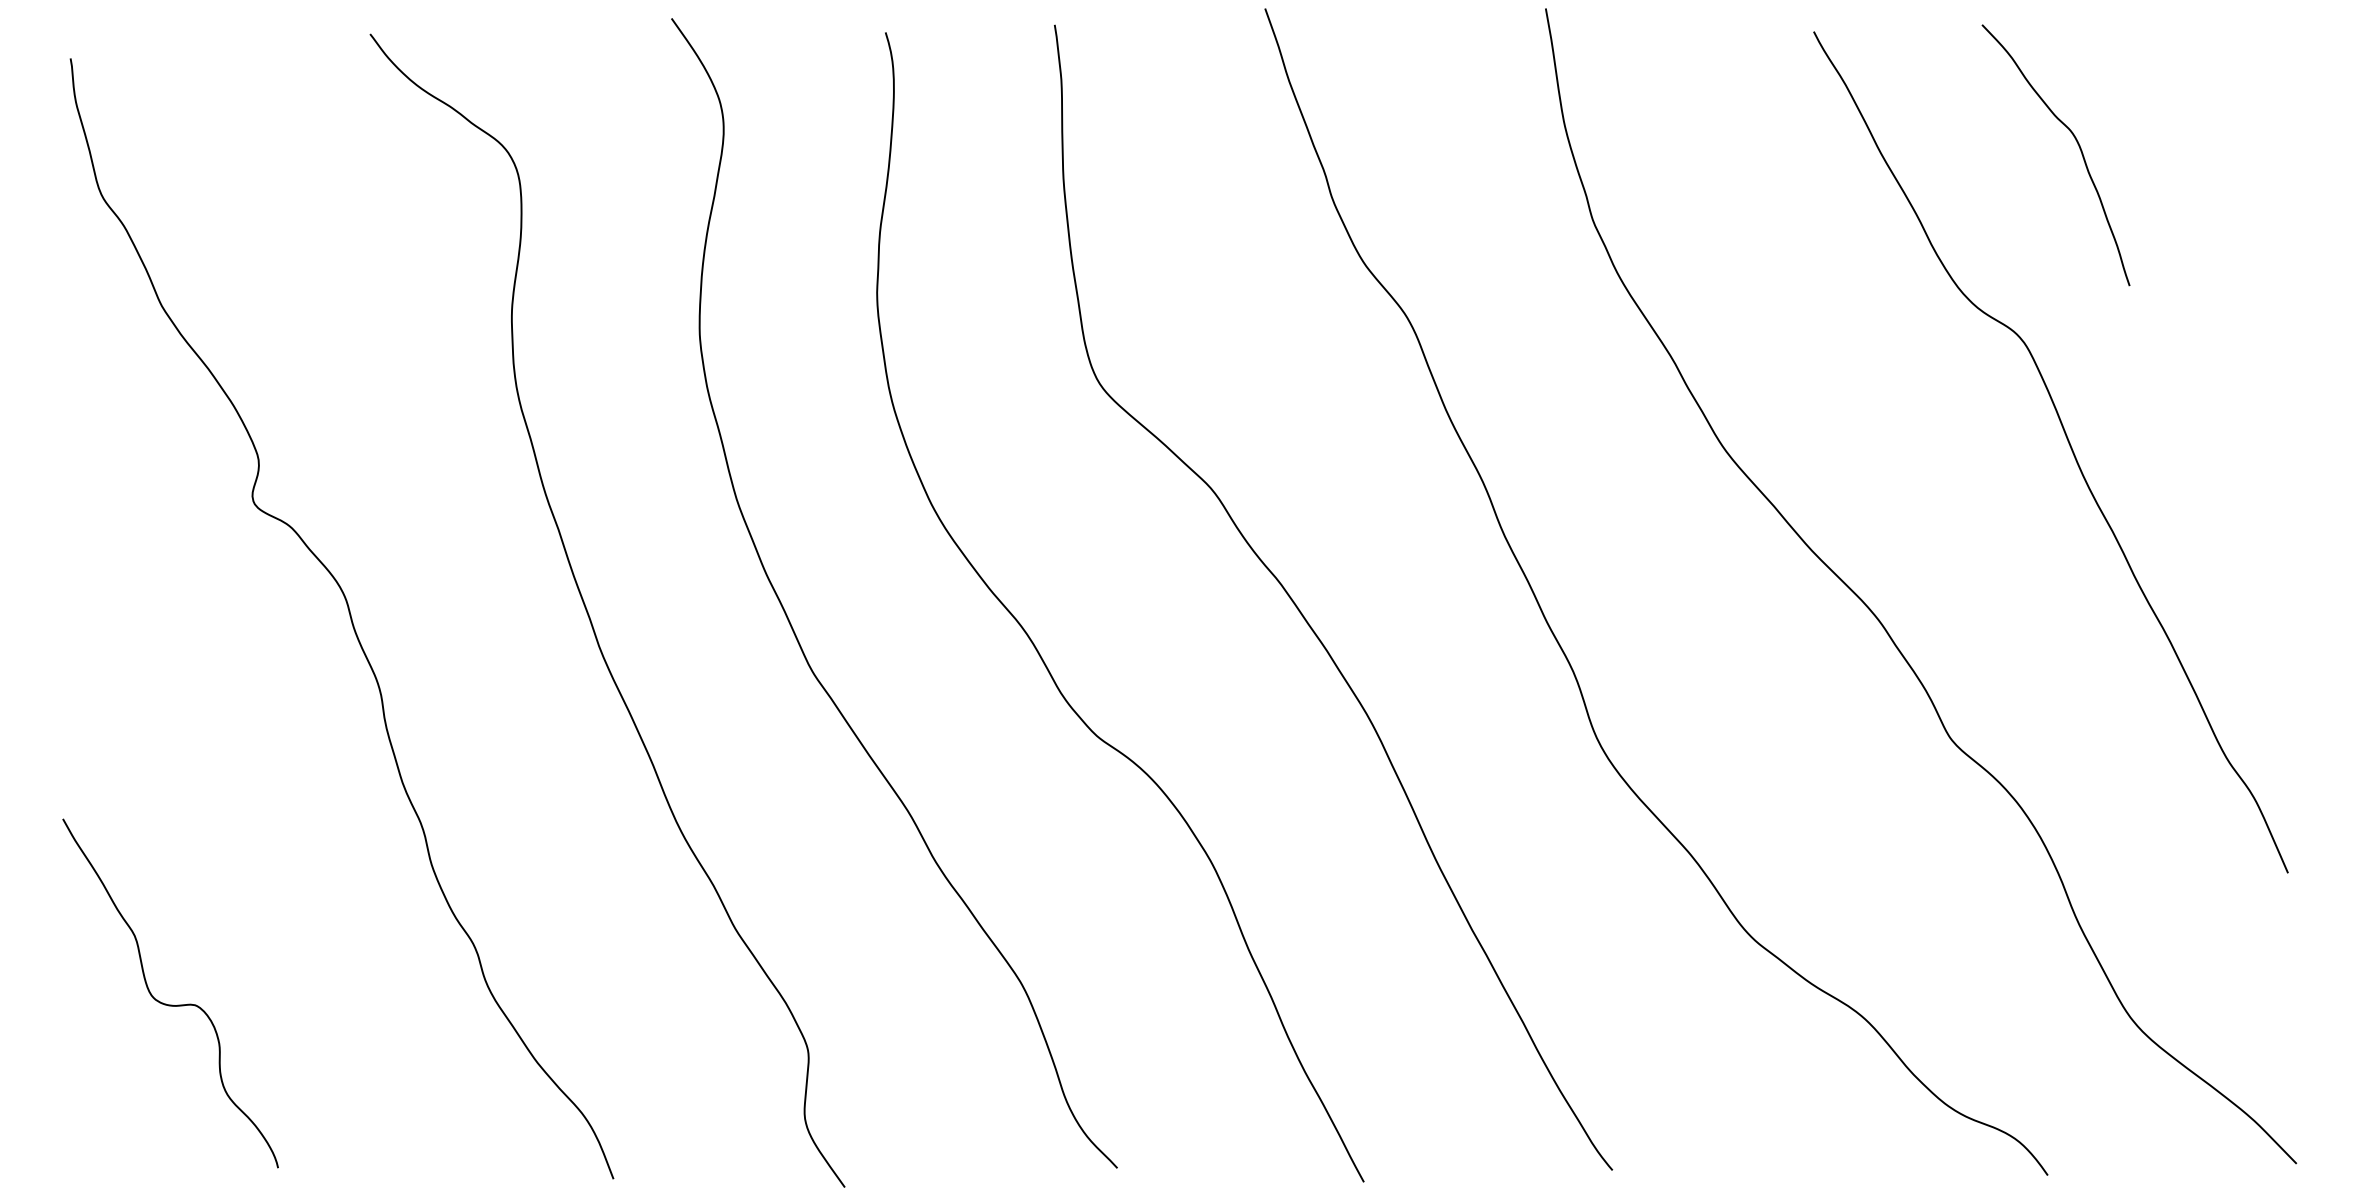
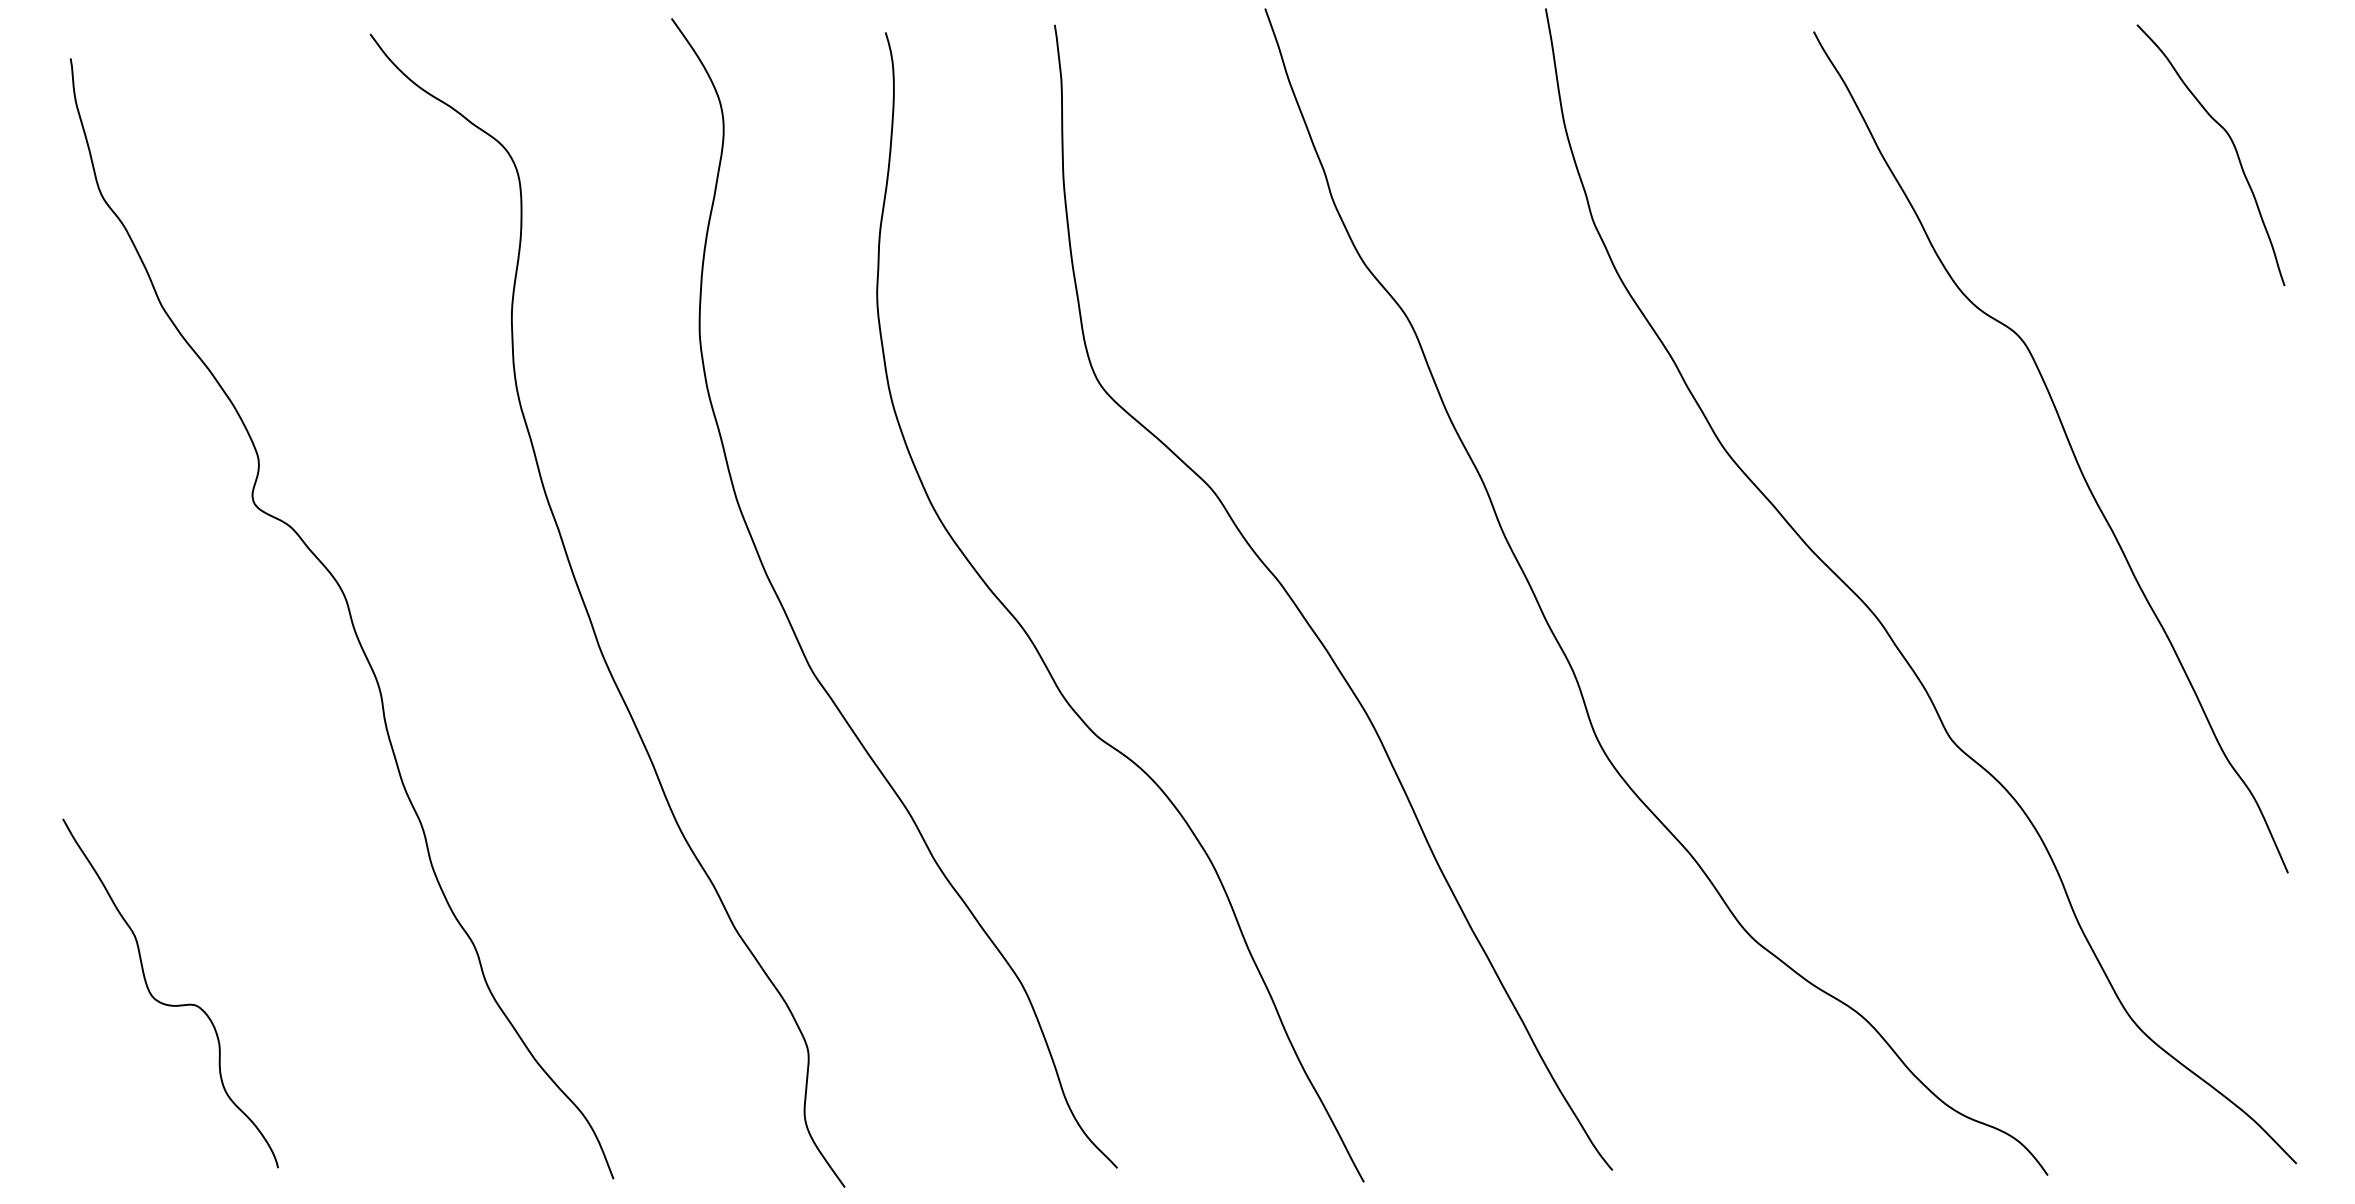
curve at (2077, 144) position: (2077, 144) -> (2232, 144)
